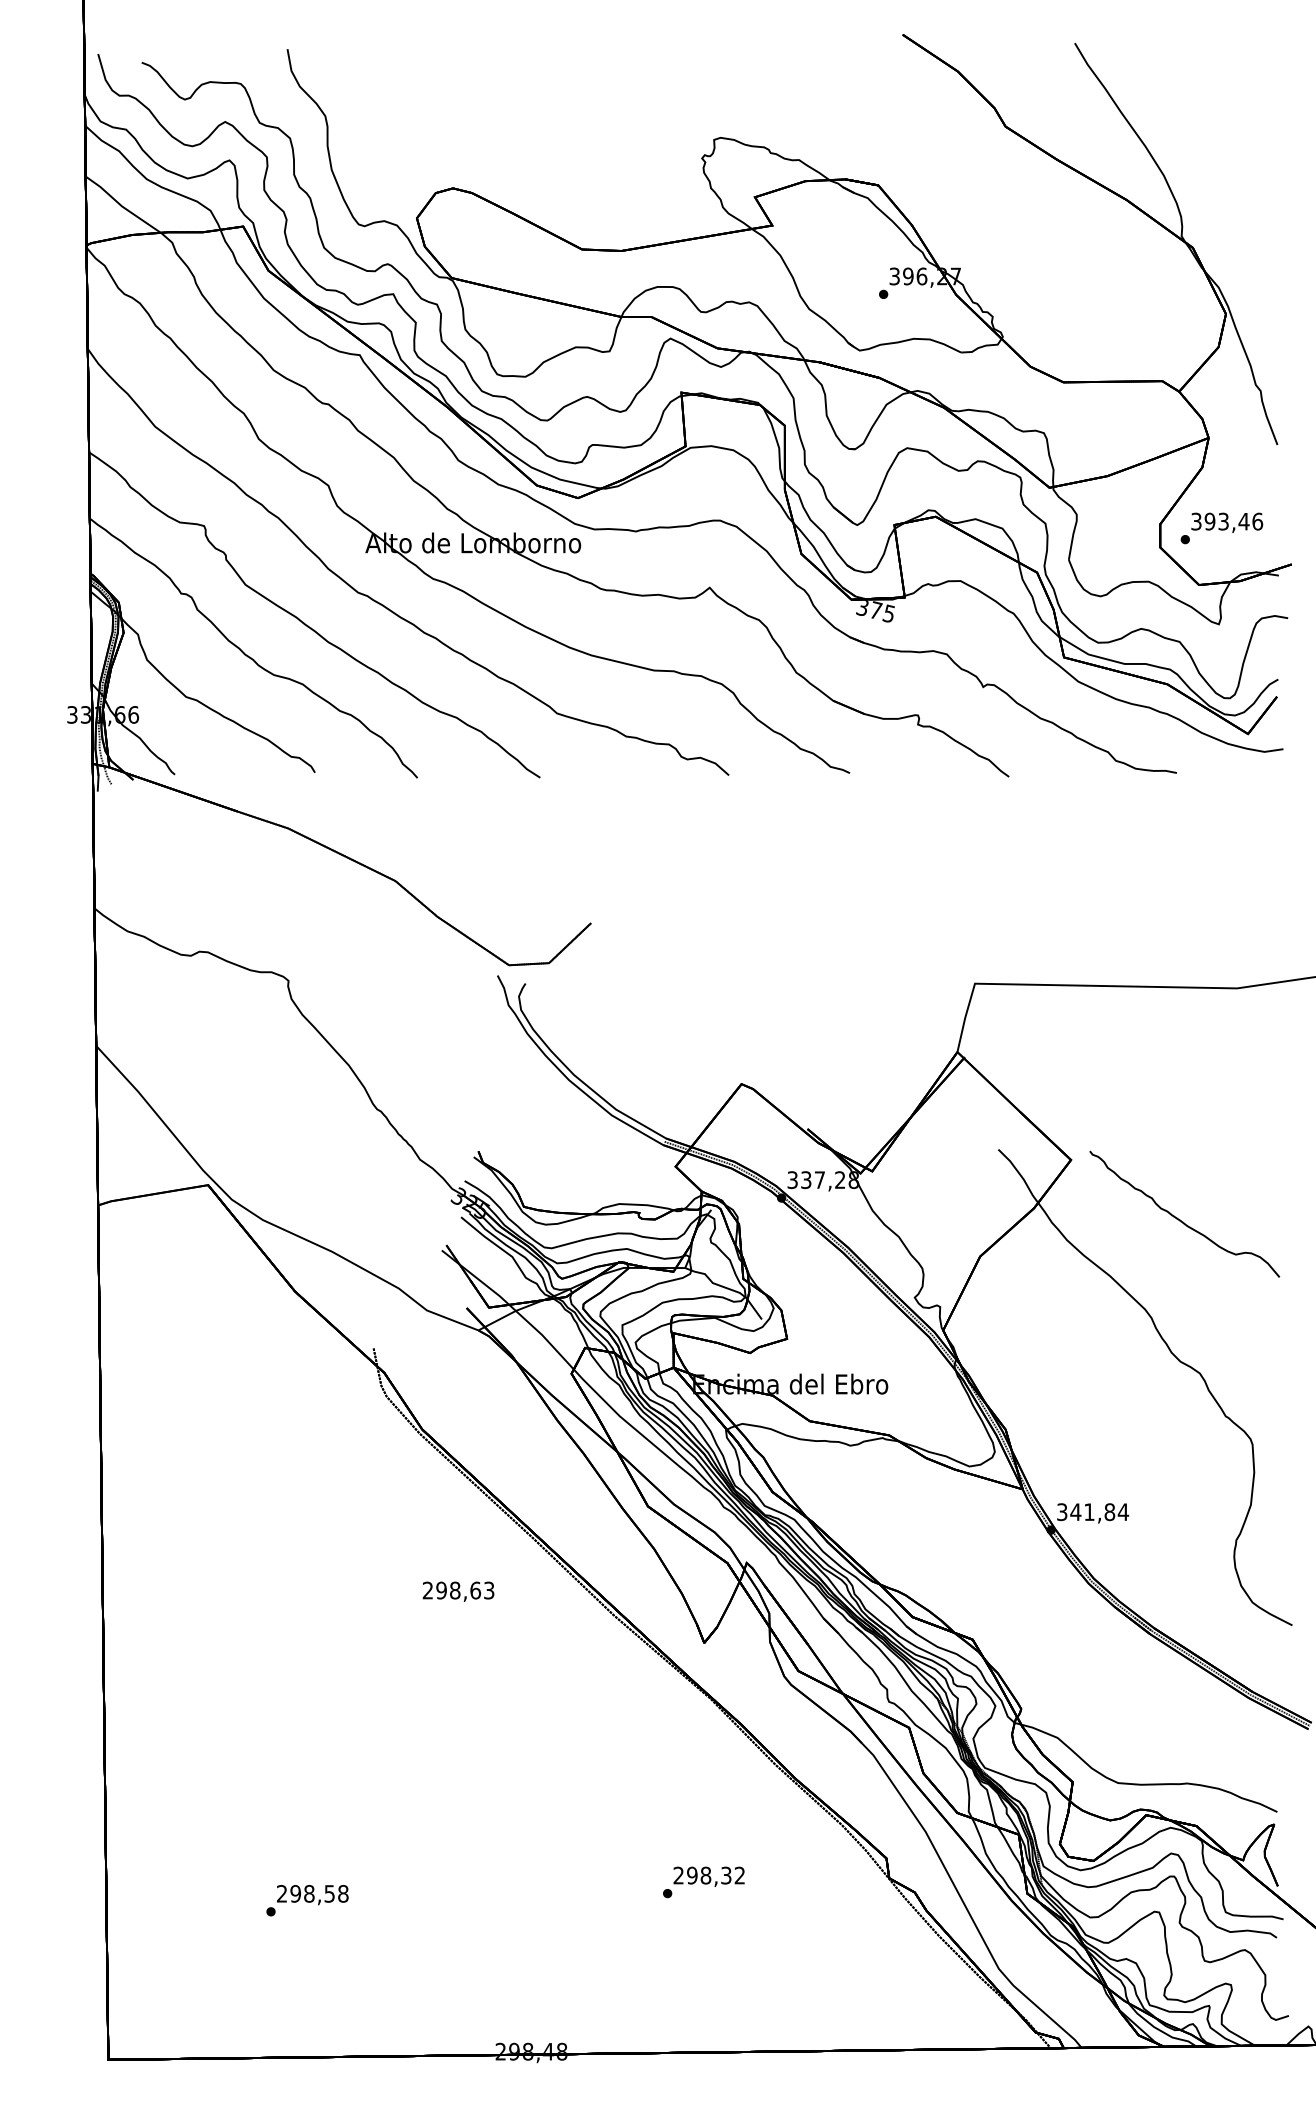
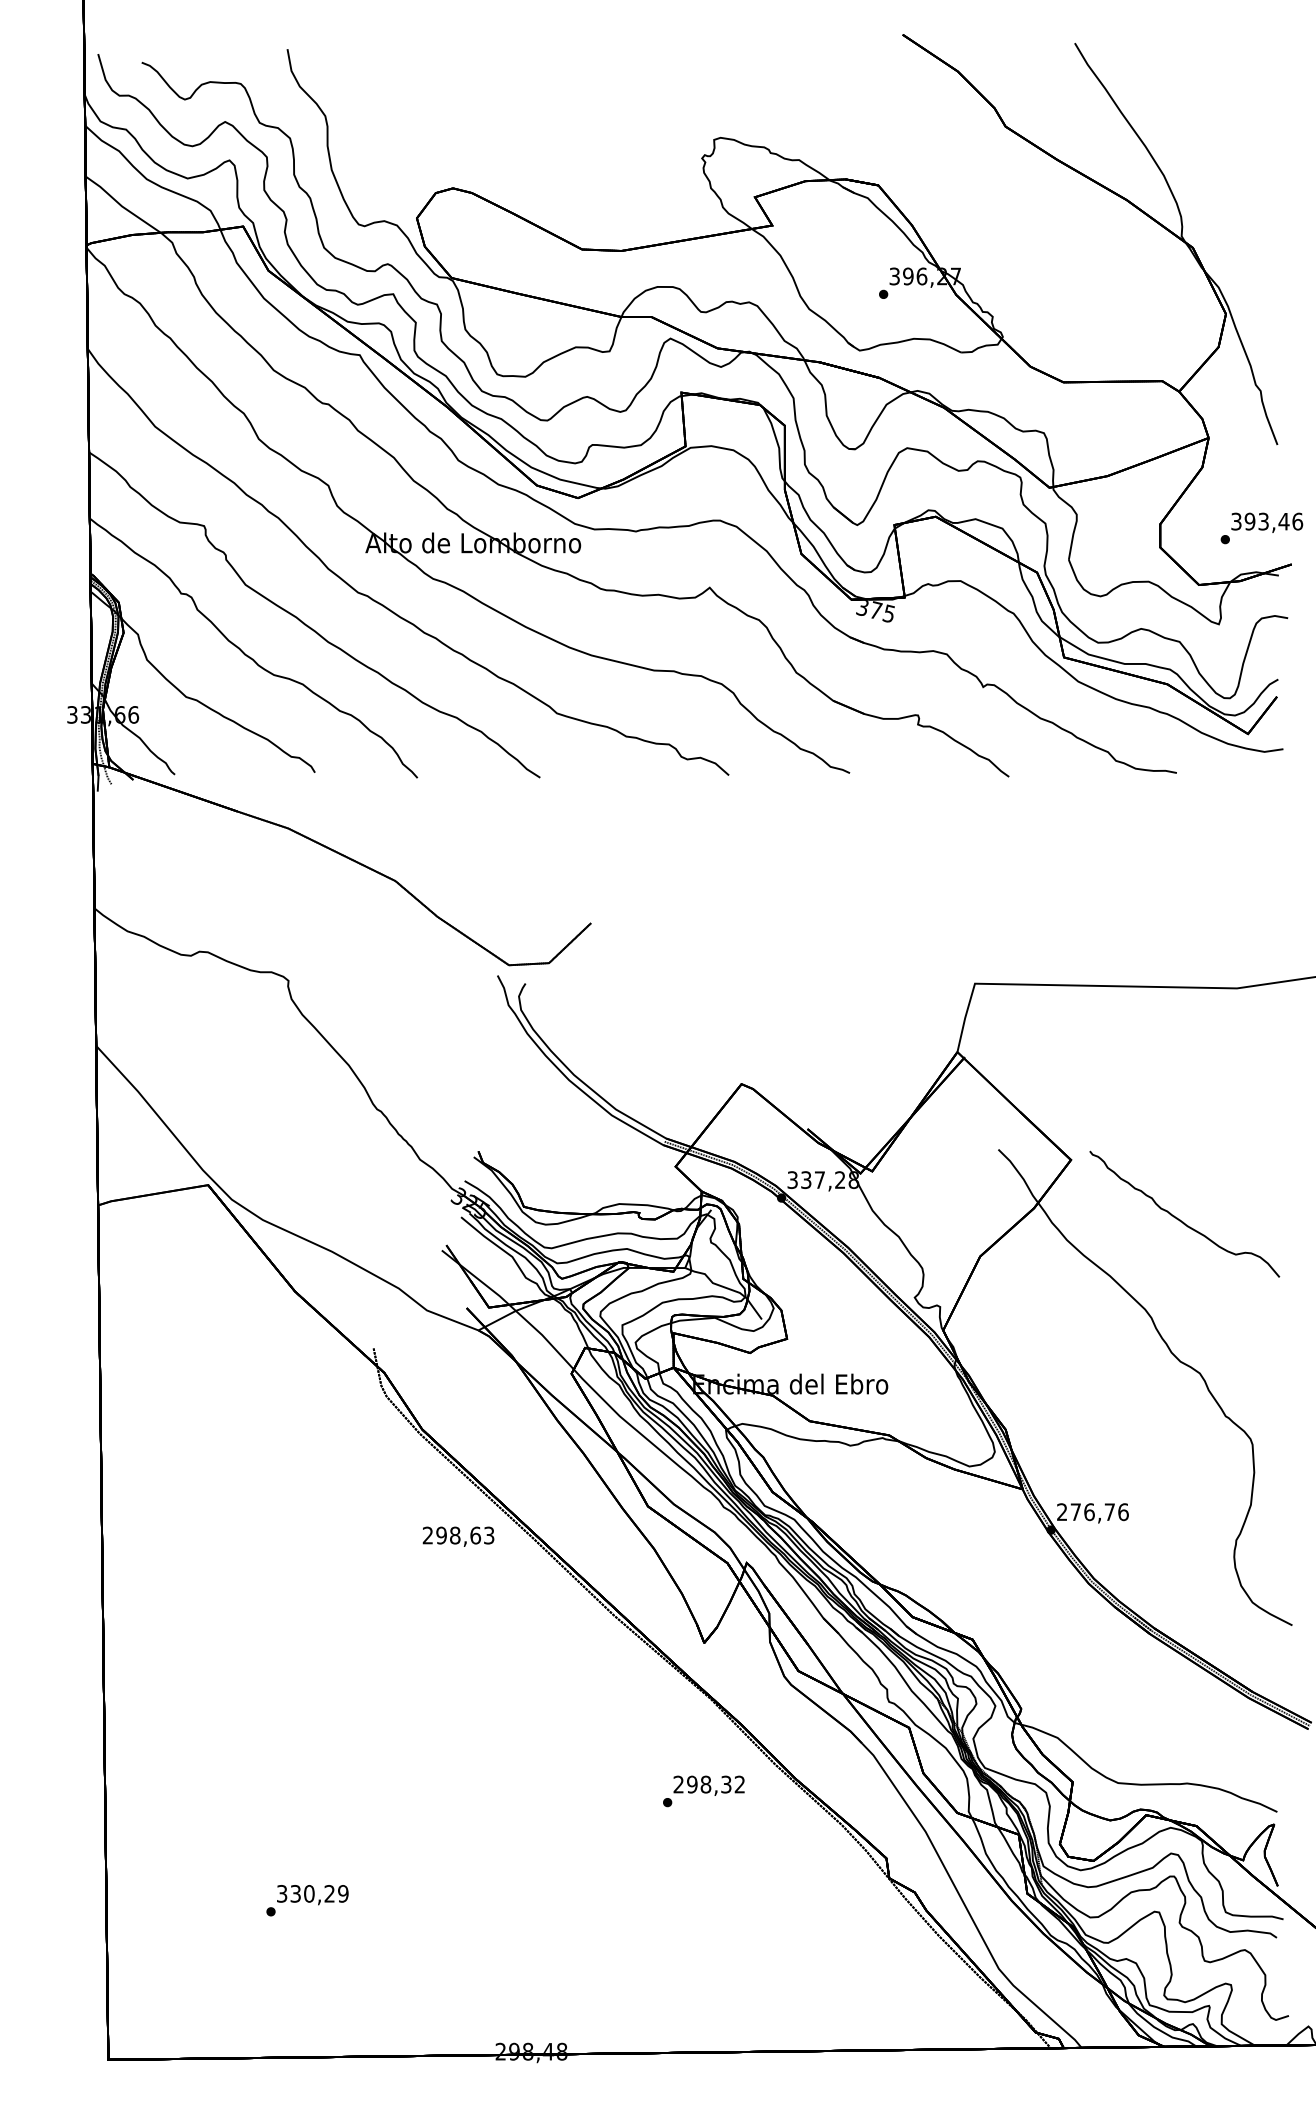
text at (1221, 528) position: (1221, 528) -> (1261, 528)
text at (1093, 1512): 341,84 -> 276,76
text at (458, 1591) position: (458, 1591) -> (458, 1536)
text at (703, 1882) position: (703, 1882) -> (703, 1791)
text at (312, 1893): 298,58 -> 330,29
